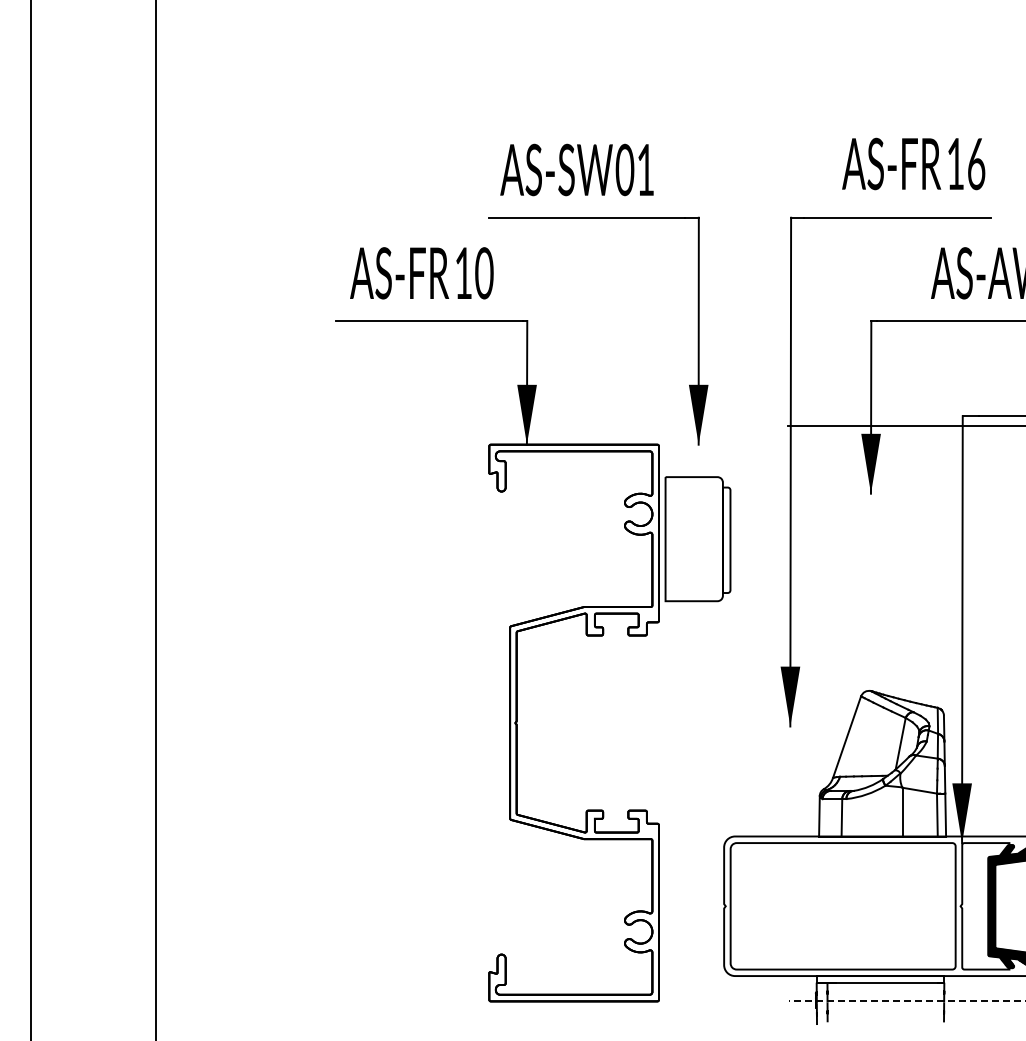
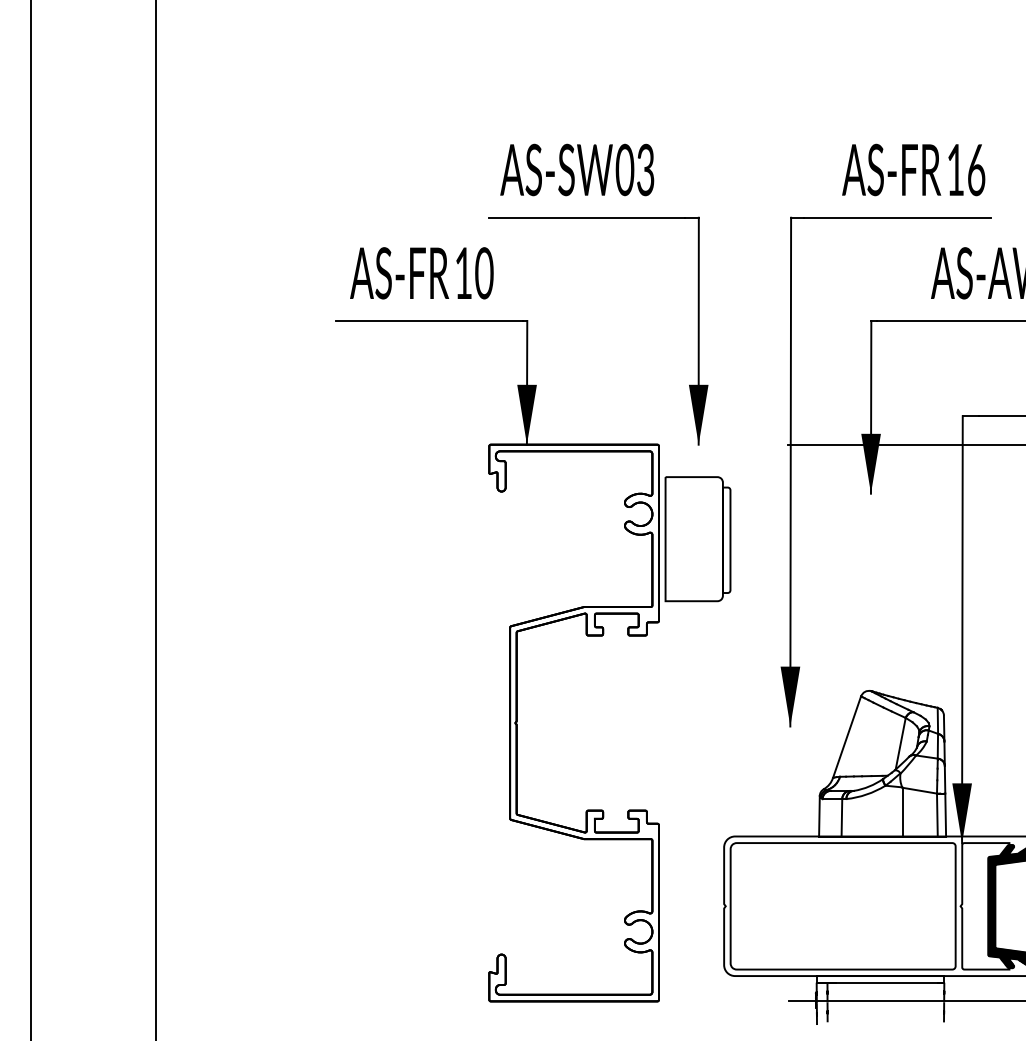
text at (913, 163) position: (913, 163) -> (913, 169)
text at (645, 169): 01 -> 03
line at (905, 425) position: (905, 425) -> (905, 444)
line at (906, 1001): dashed -> solid
